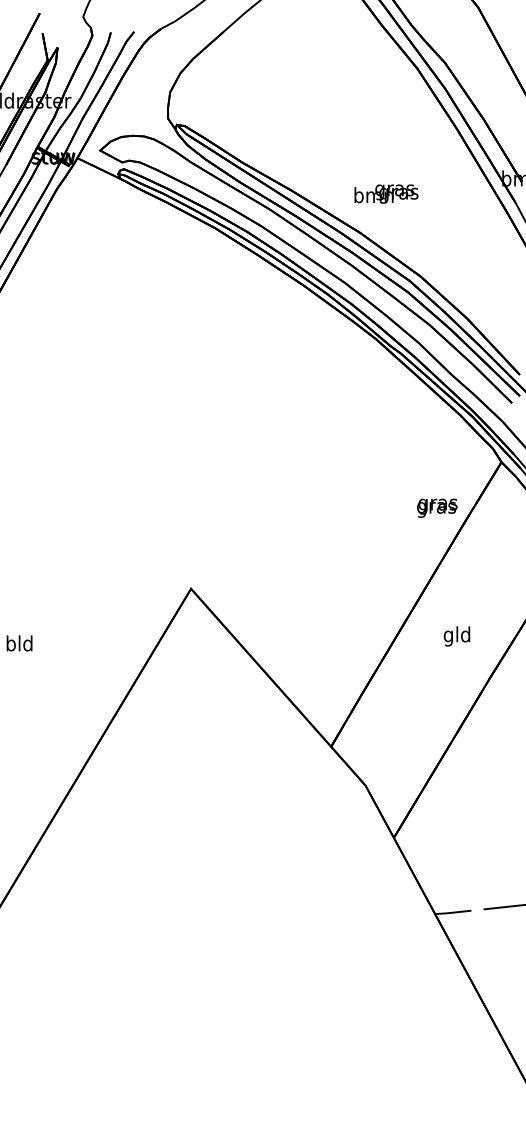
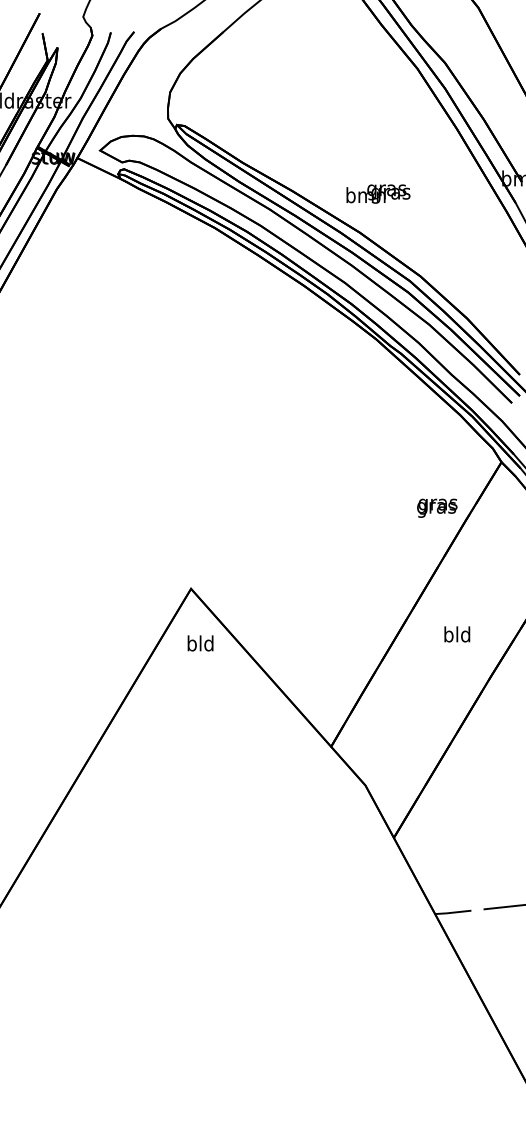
text at (386, 193) position: (386, 193) -> (378, 193)
text at (448, 636): gld -> bld
text at (19, 643) position: (19, 643) -> (200, 643)
